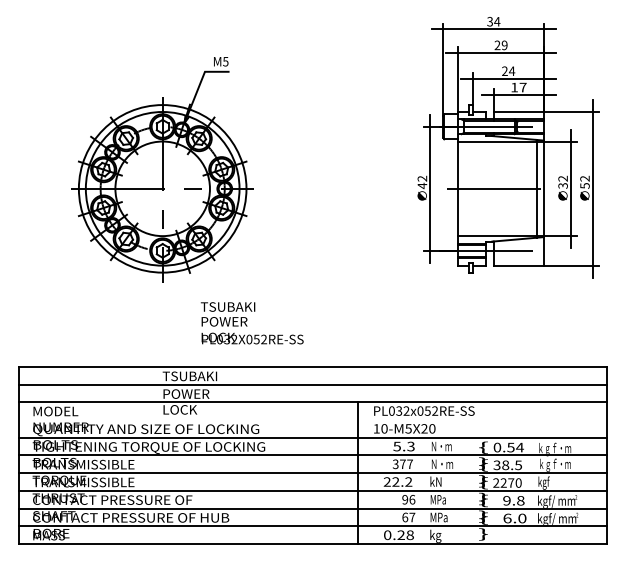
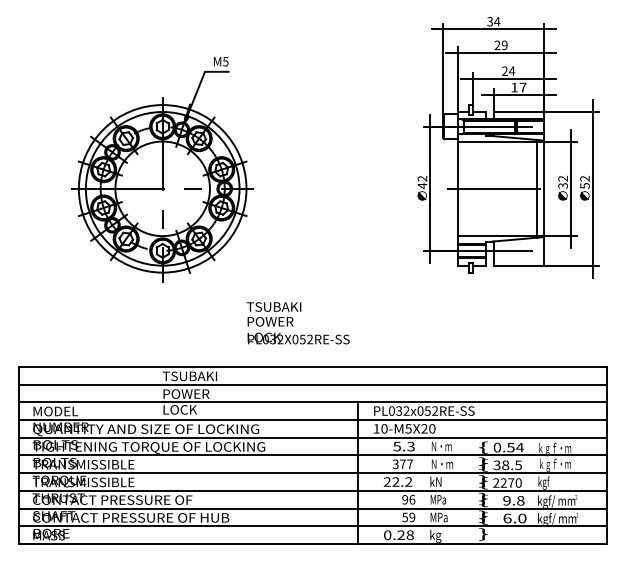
text at (252, 323) position: (252, 323) -> (298, 323)
line at (312, 419): none -> present
text at (408, 517): 67 -> 59
